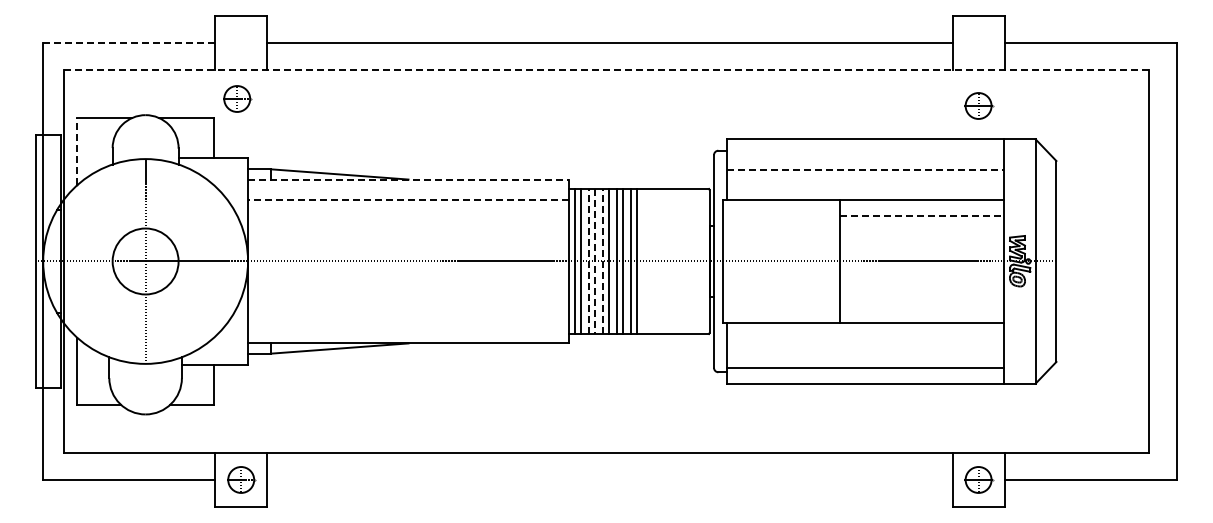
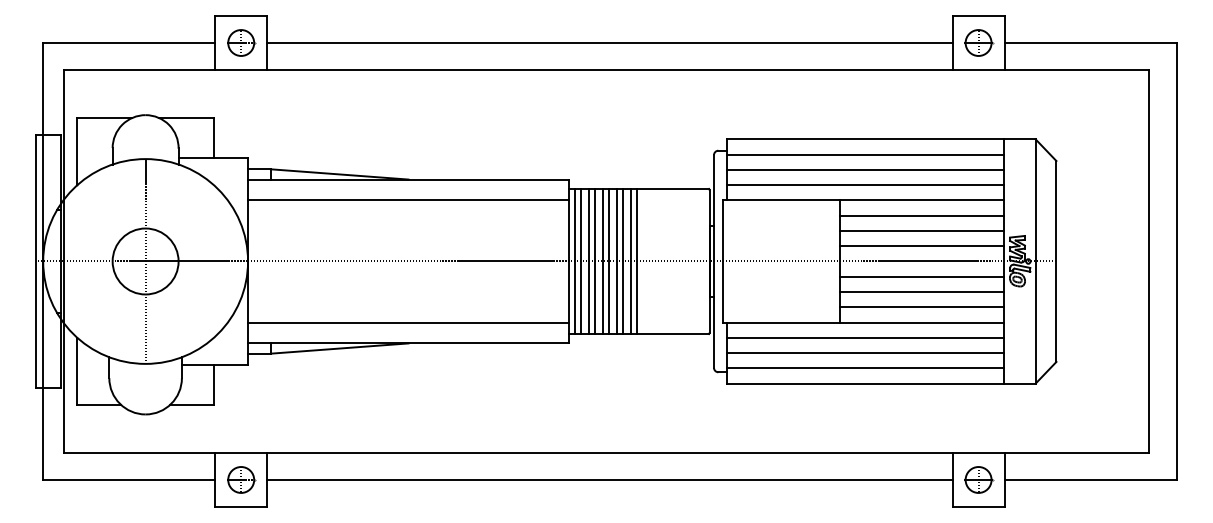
line at (128, 43): dashed -> solid
line at (606, 70): dashed -> solid
part at (237, 98) position: (237, 98) -> (241, 42)
part at (979, 105) position: (979, 105) -> (979, 42)
line at (77, 151): dashed -> solid
line at (865, 154): none -> present
line at (865, 169): dashed -> solid
line at (408, 179): dashed -> solid
line at (865, 185): none -> present
line at (407, 200): dashed -> solid
line at (922, 215): dashed -> solid
line at (921, 230): none -> present
line at (921, 246): none -> present
line at (588, 261): dashed -> solid
line at (594, 261): dashed -> solid
line at (602, 261): dashed -> solid
line at (921, 276): none -> present
line at (921, 292): none -> present
line at (921, 307): none -> present
line at (408, 322): none -> present
line at (865, 337): none -> present
line at (865, 353): none -> present
line at (609, 479): none -> present
